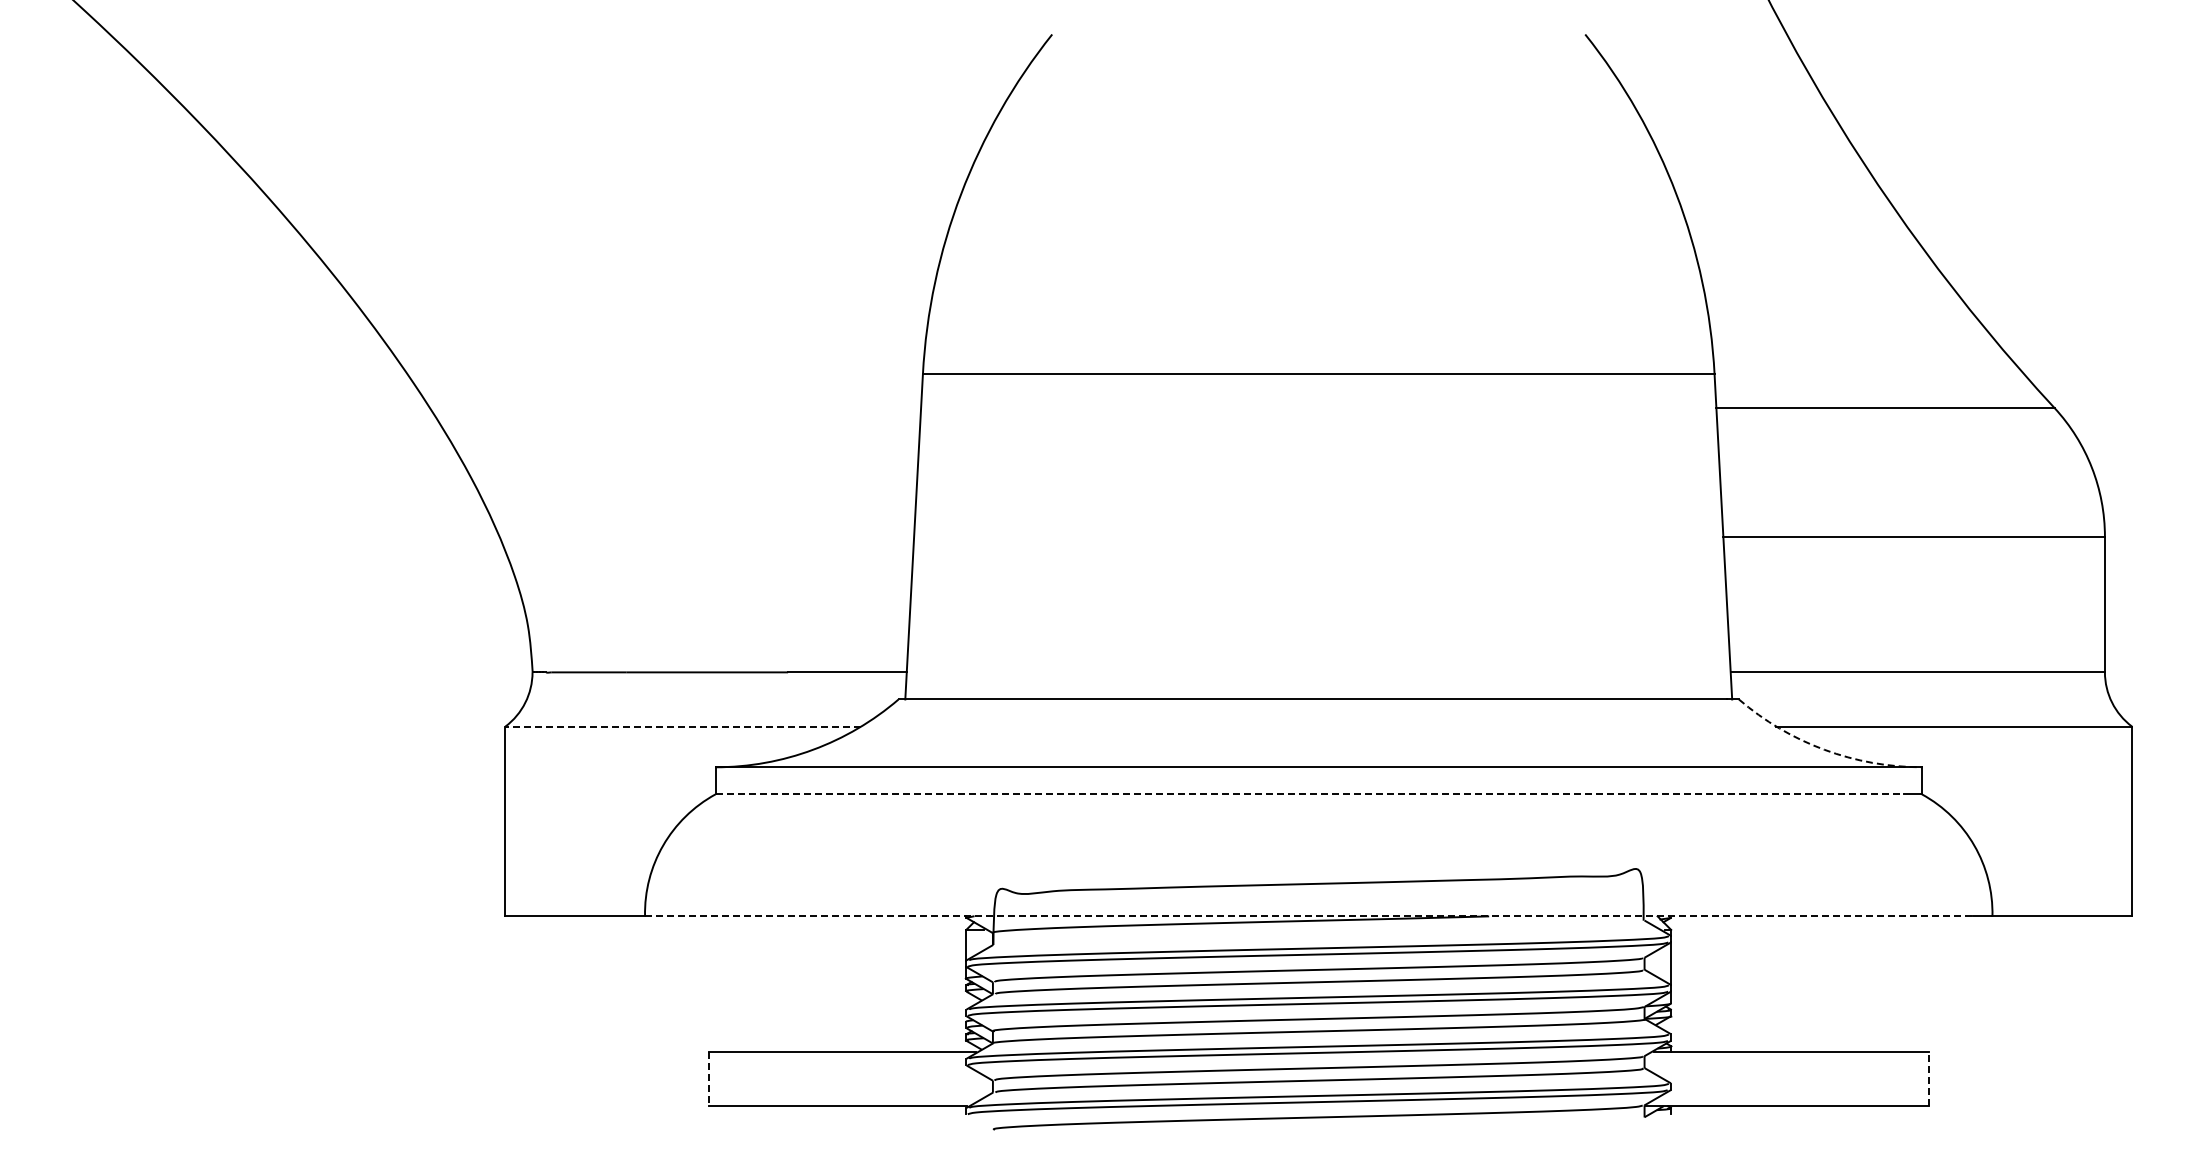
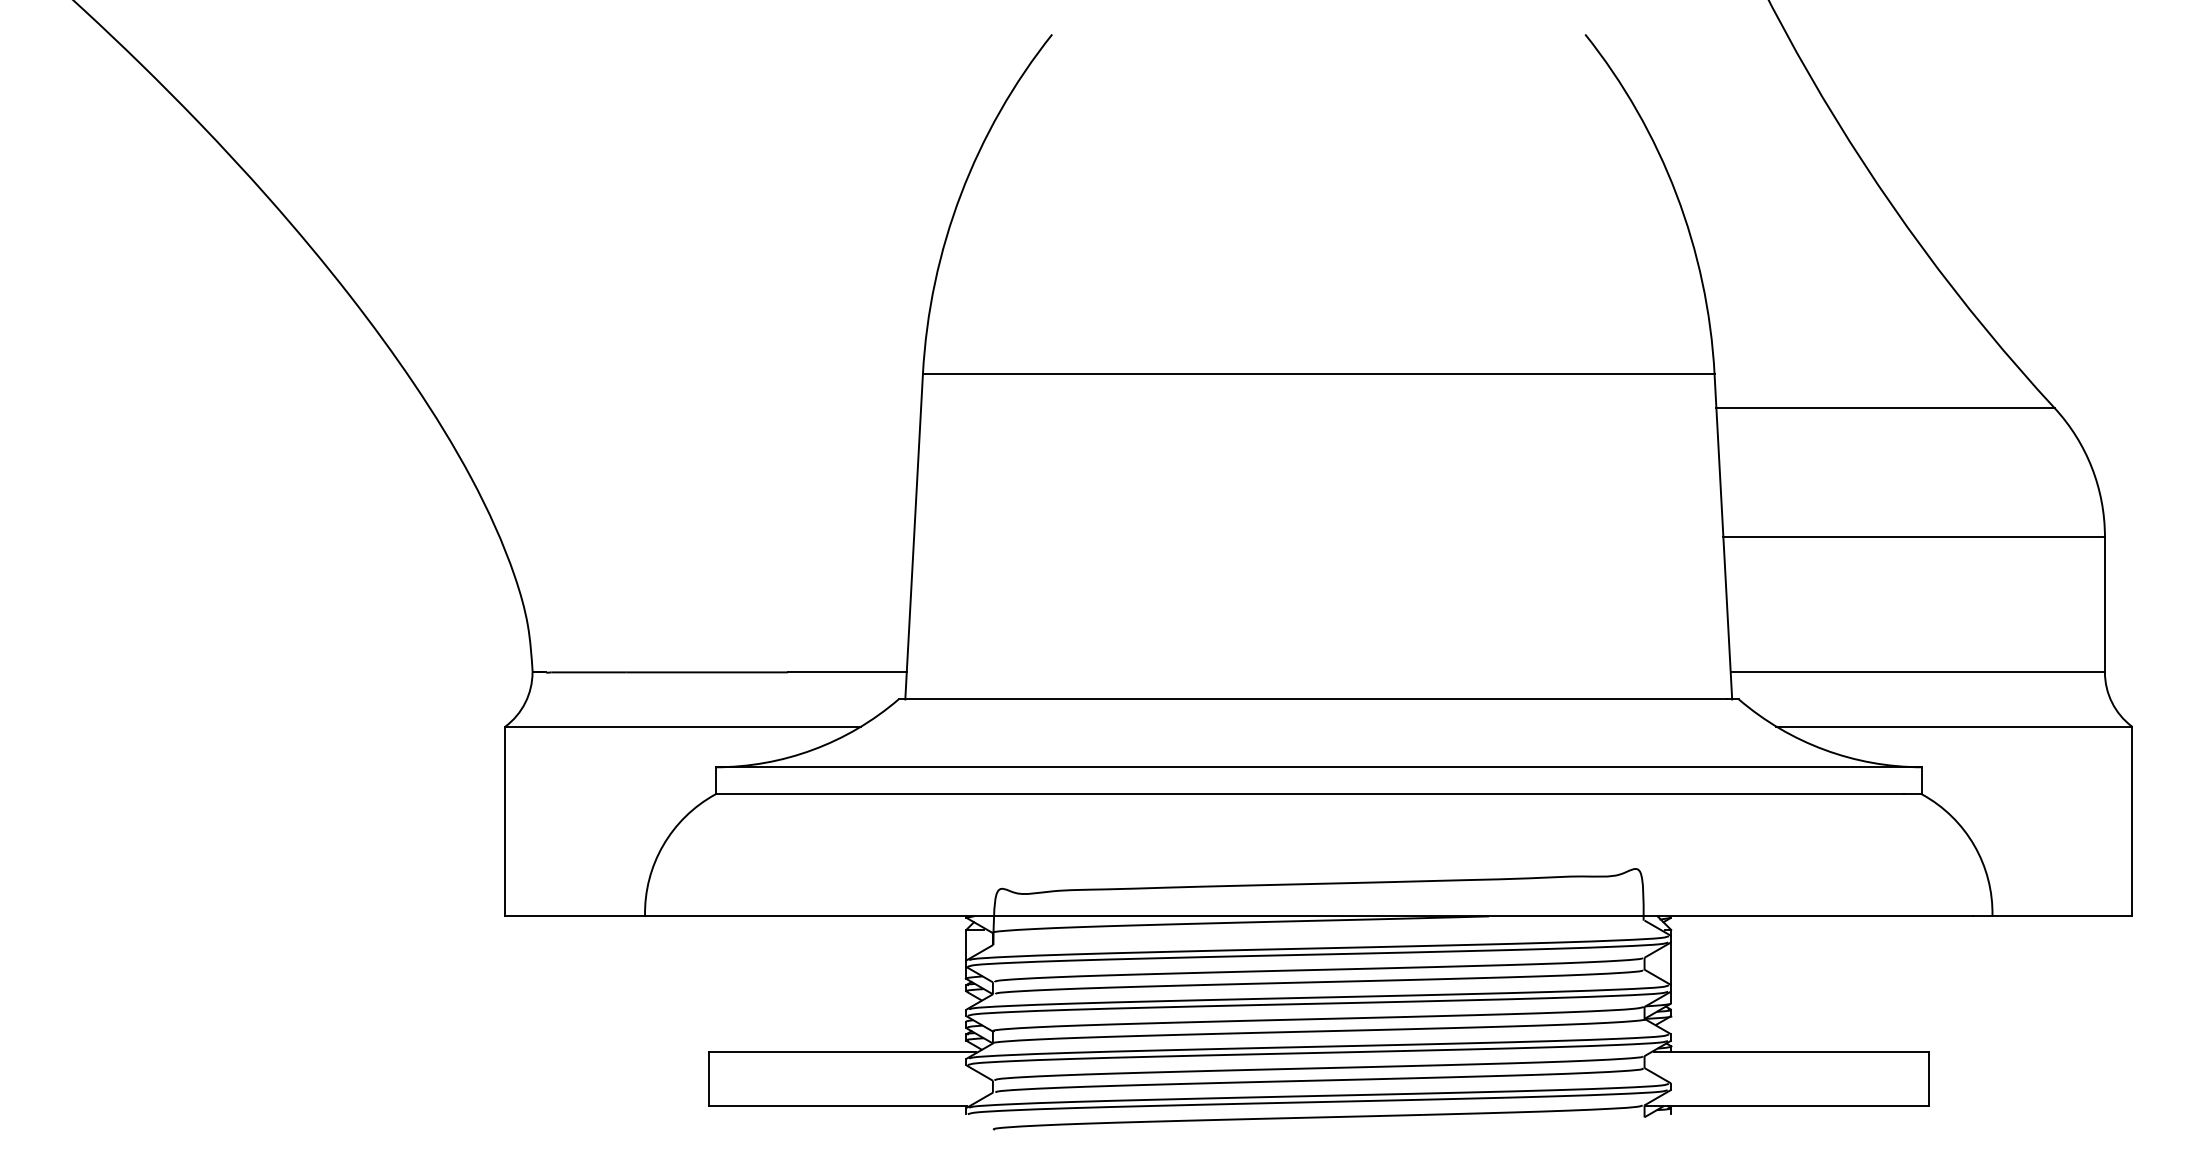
line at (683, 726): dashed -> solid
arc at (1824, 749): dashed -> solid
line at (1310, 794): dashed -> solid
line at (1308, 916): dashed -> solid
line at (1928, 1078): dashed -> solid
line at (708, 1079): dashed -> solid
